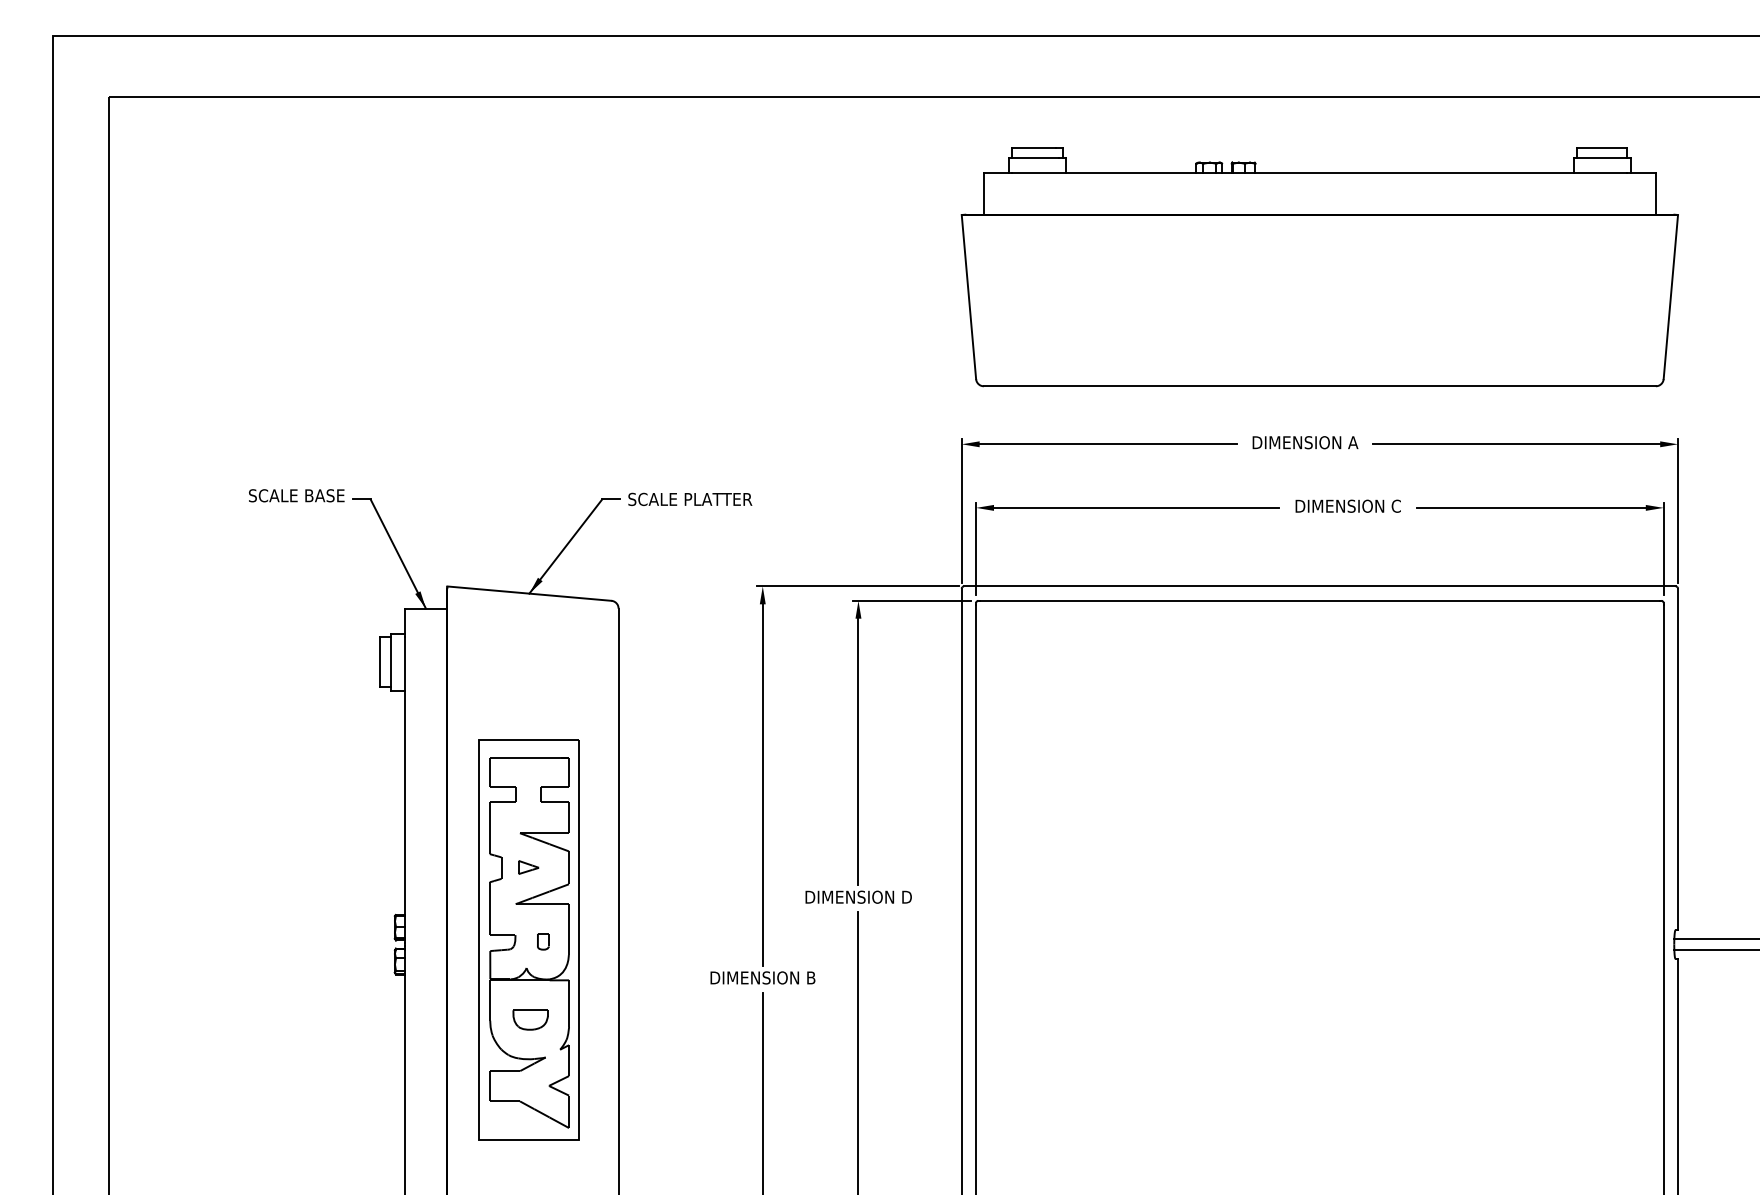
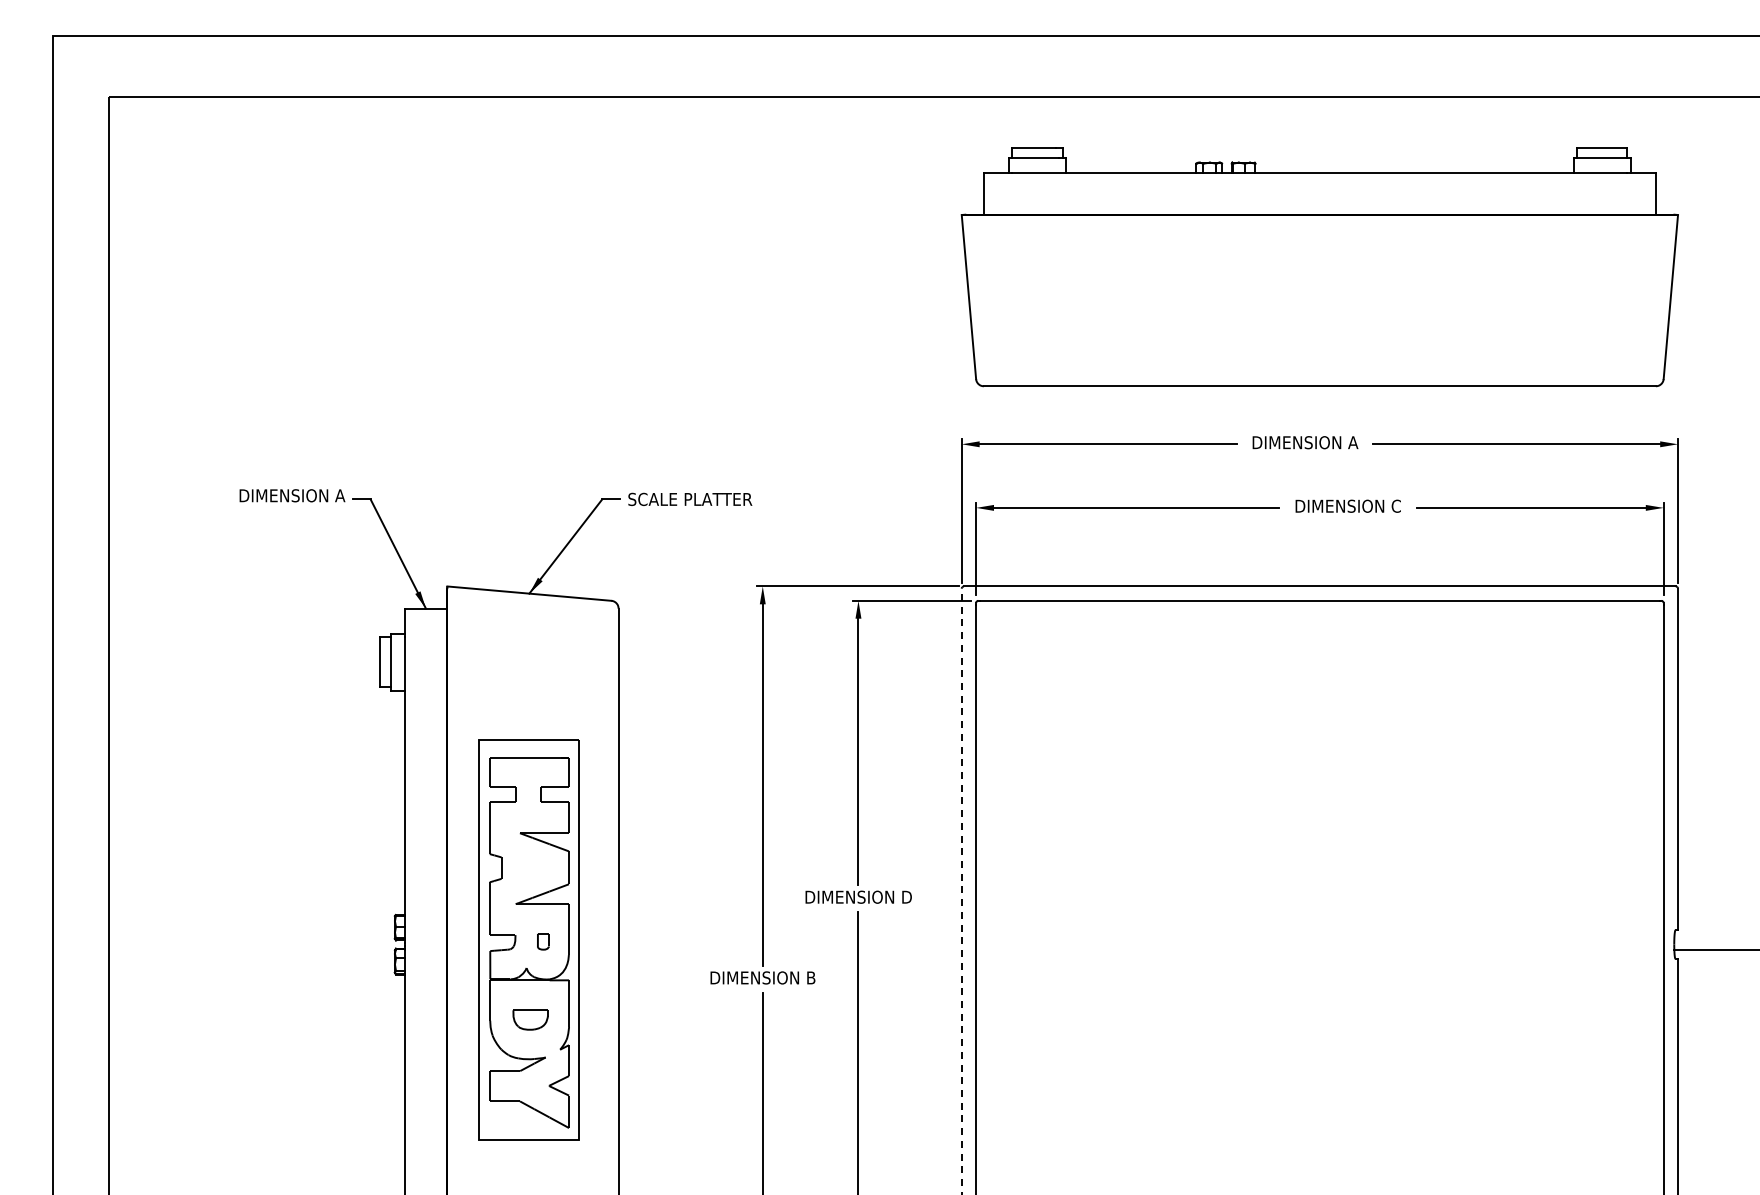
text at (292, 495): SCALE BASE -> DIMENSION A
part at (528, 867): present -> none
line at (961, 891): solid -> dashed
line at (1715, 938): present -> none
